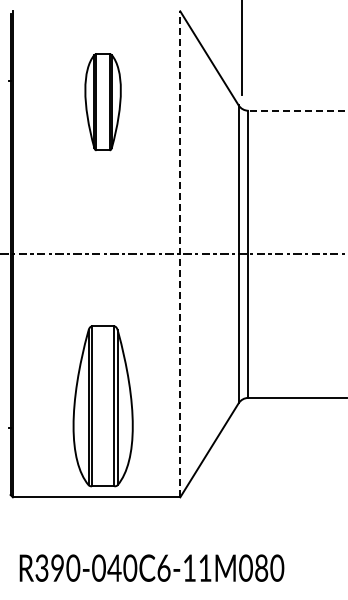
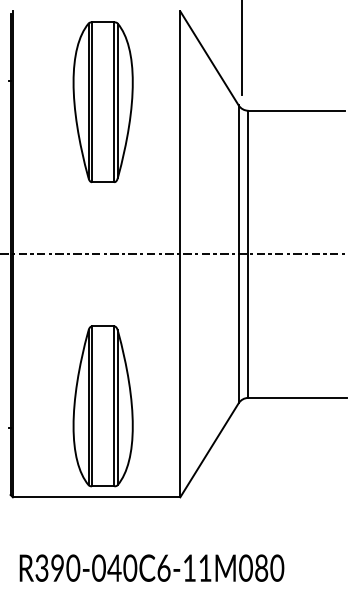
part at (102, 102) size: 38x99 px -> 62x163 px
line at (296, 110): dashed -> solid
line at (180, 254): dashed -> solid
